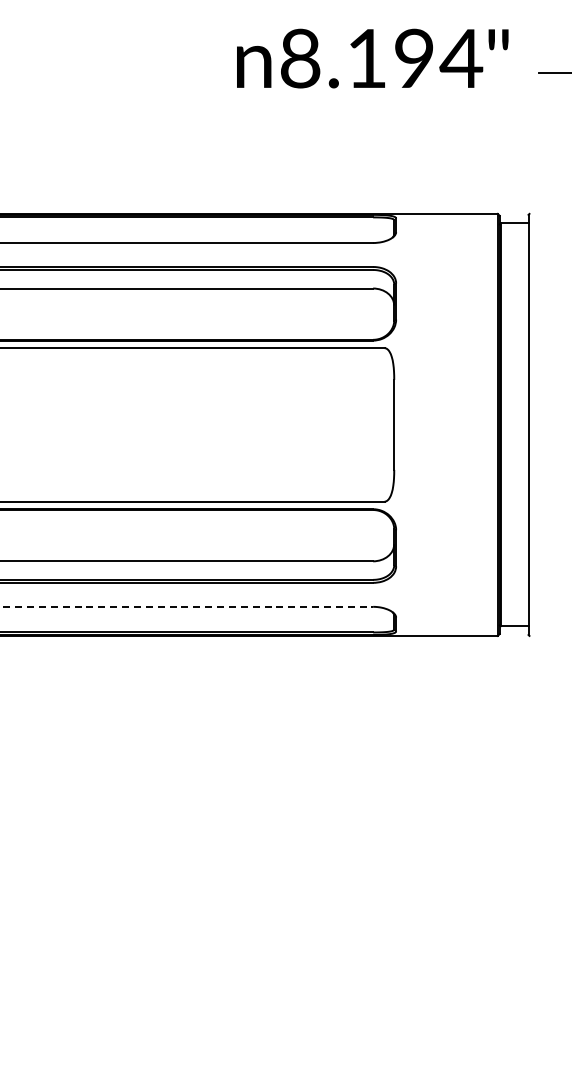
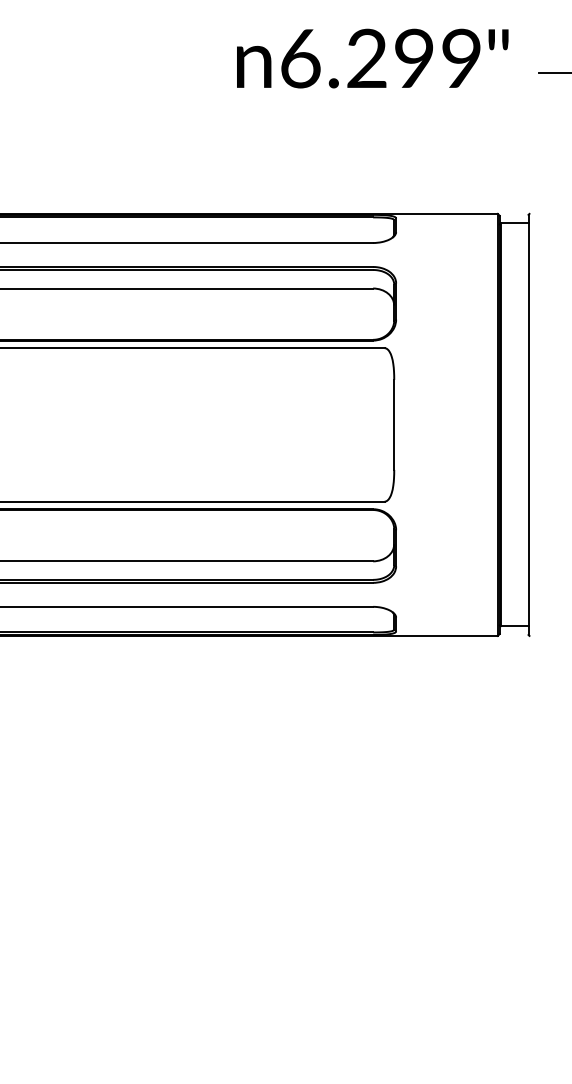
text at (382, 57): 8.194 -> 6.299
line at (187, 606): dashed -> solid
